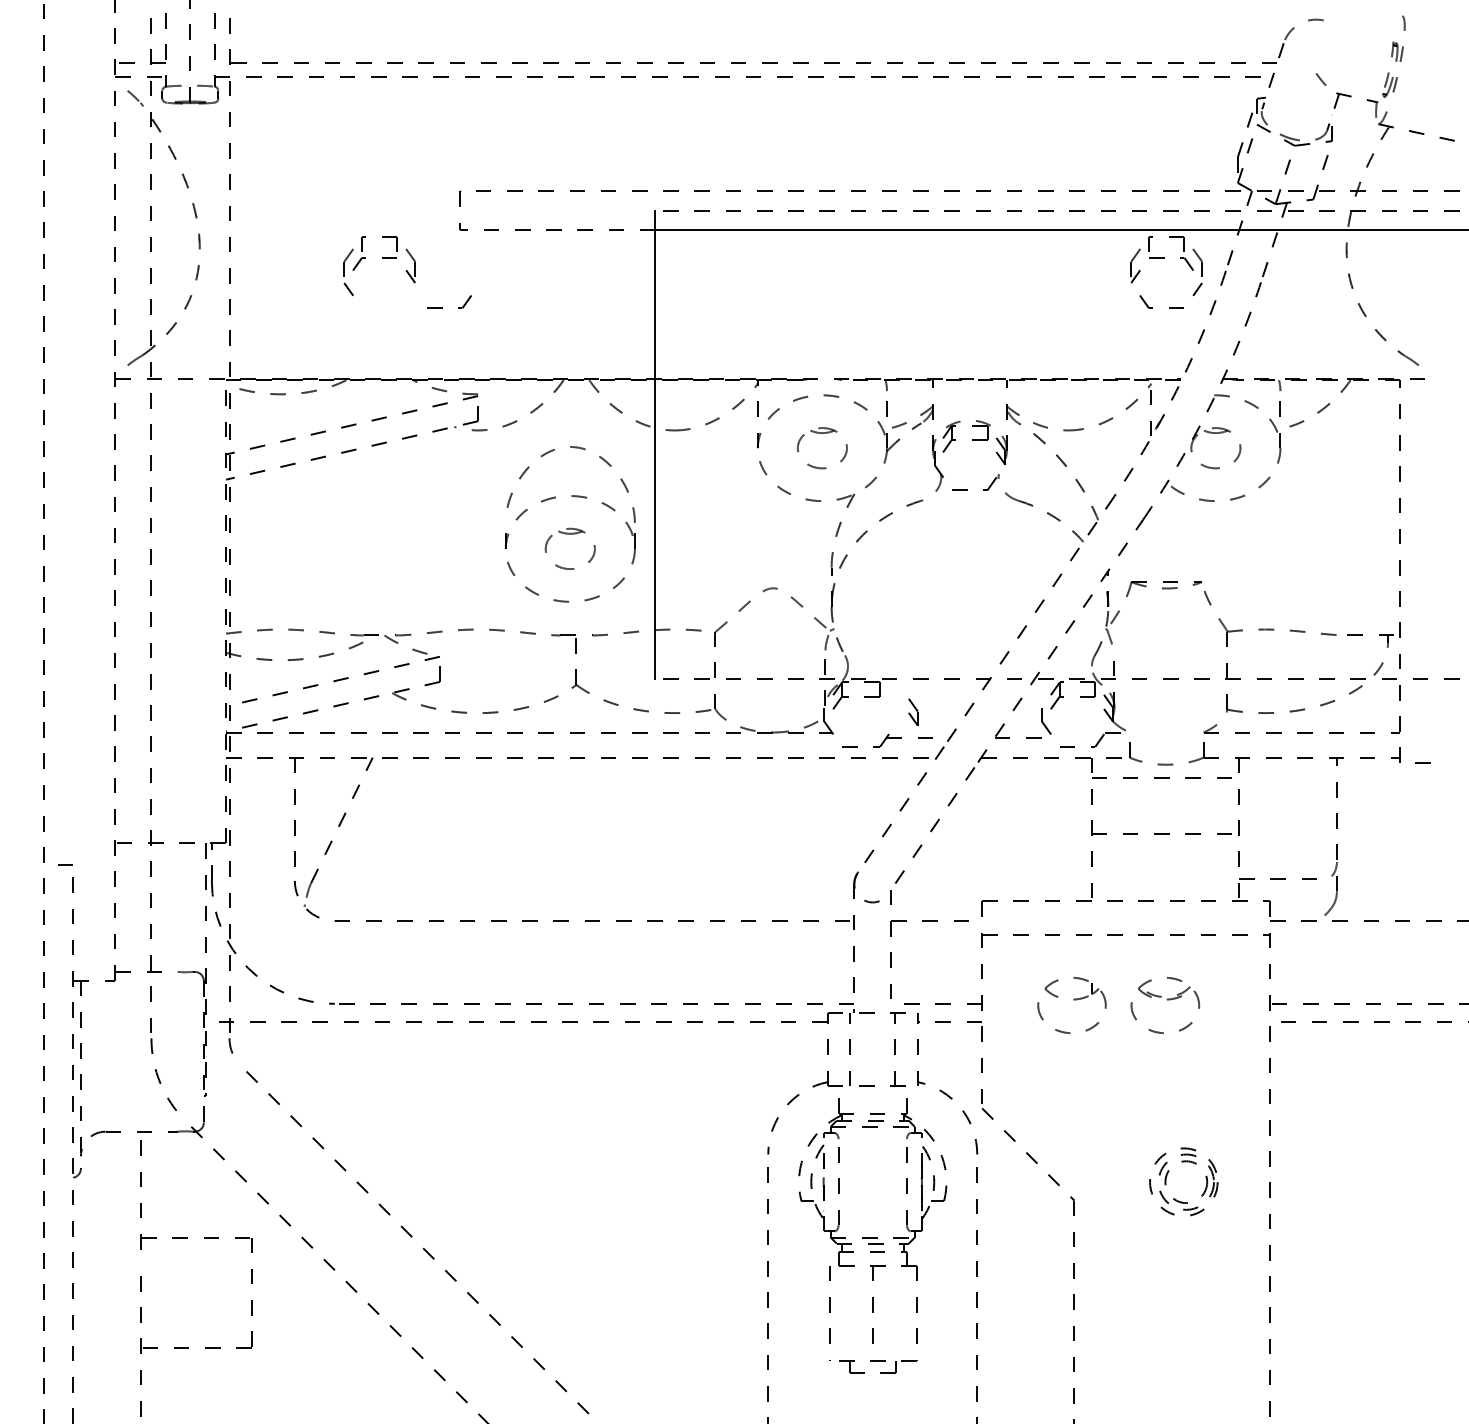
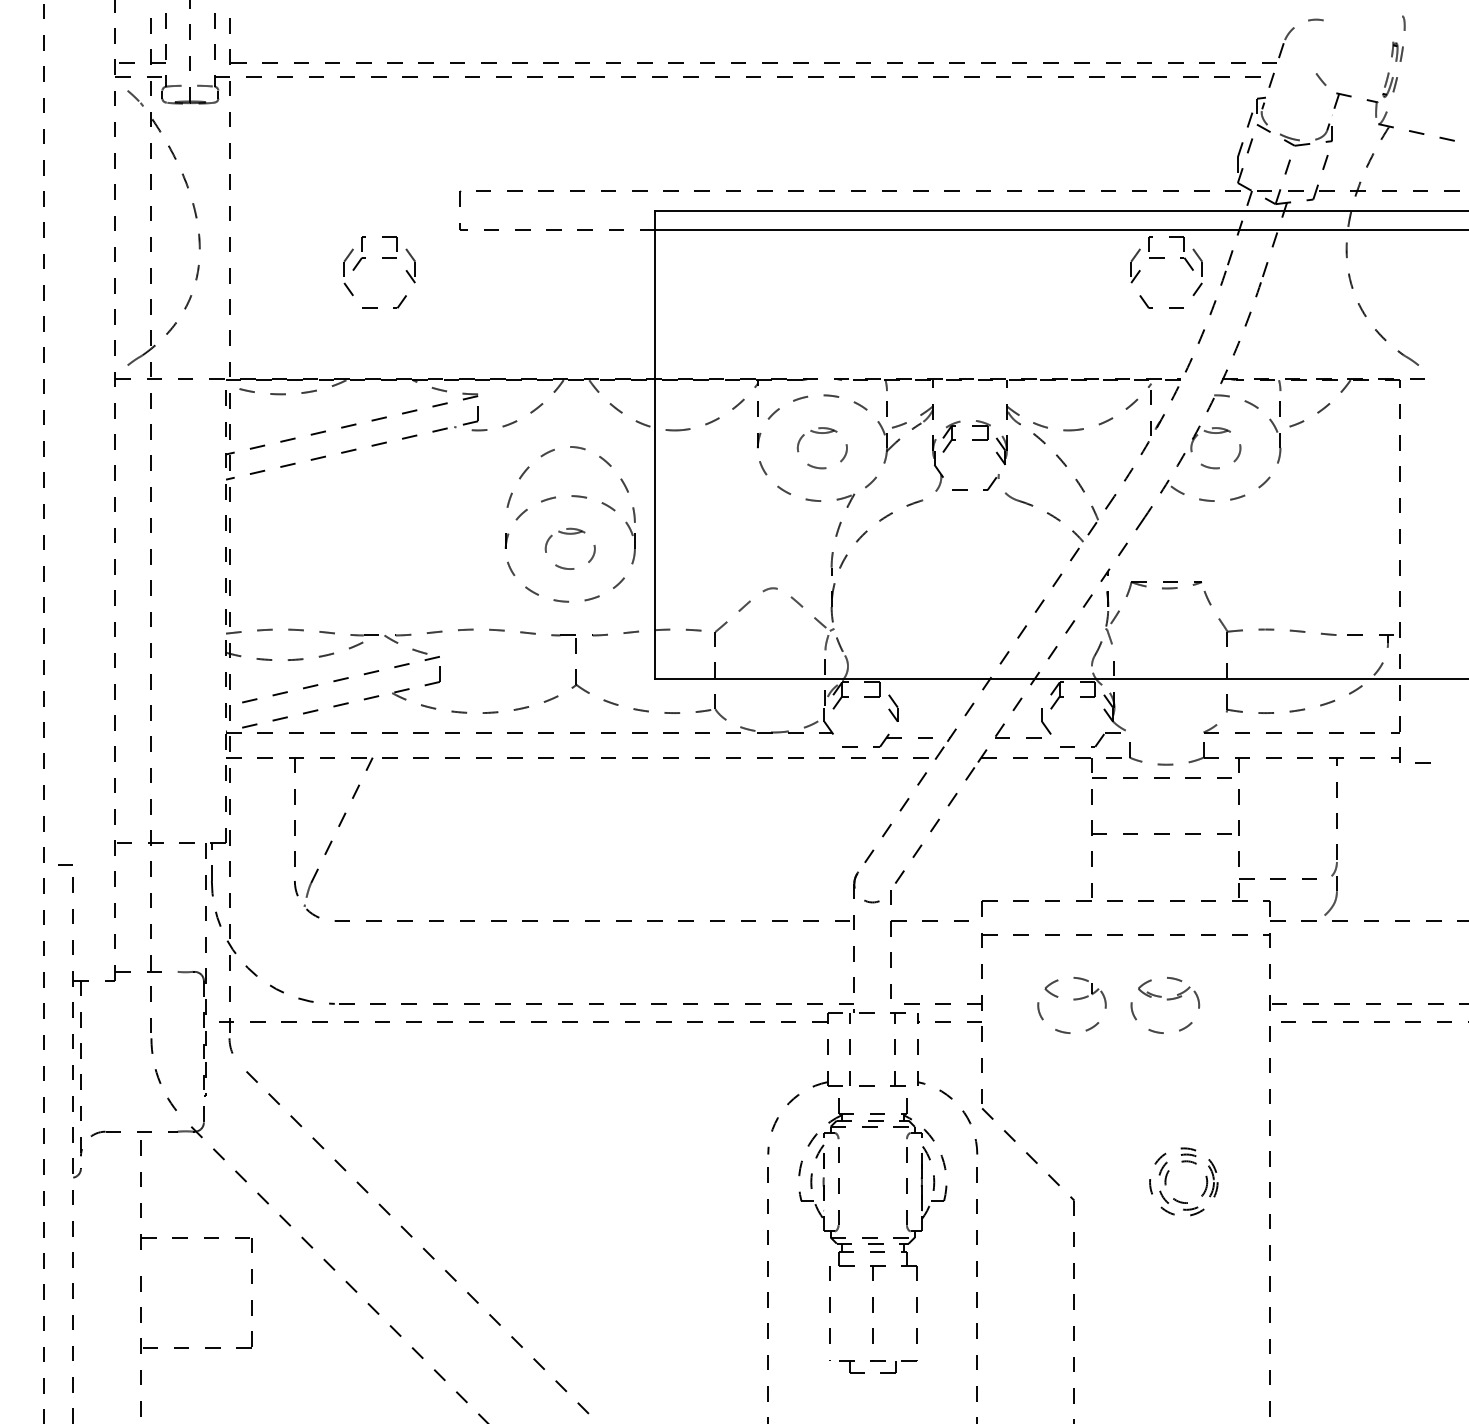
line at (1061, 210): dashed -> solid
part at (442, 307) position: (442, 307) -> (377, 307)
line at (1061, 679): dashed -> solid
part at (913, 711) position: (913, 711) -> (893, 707)
